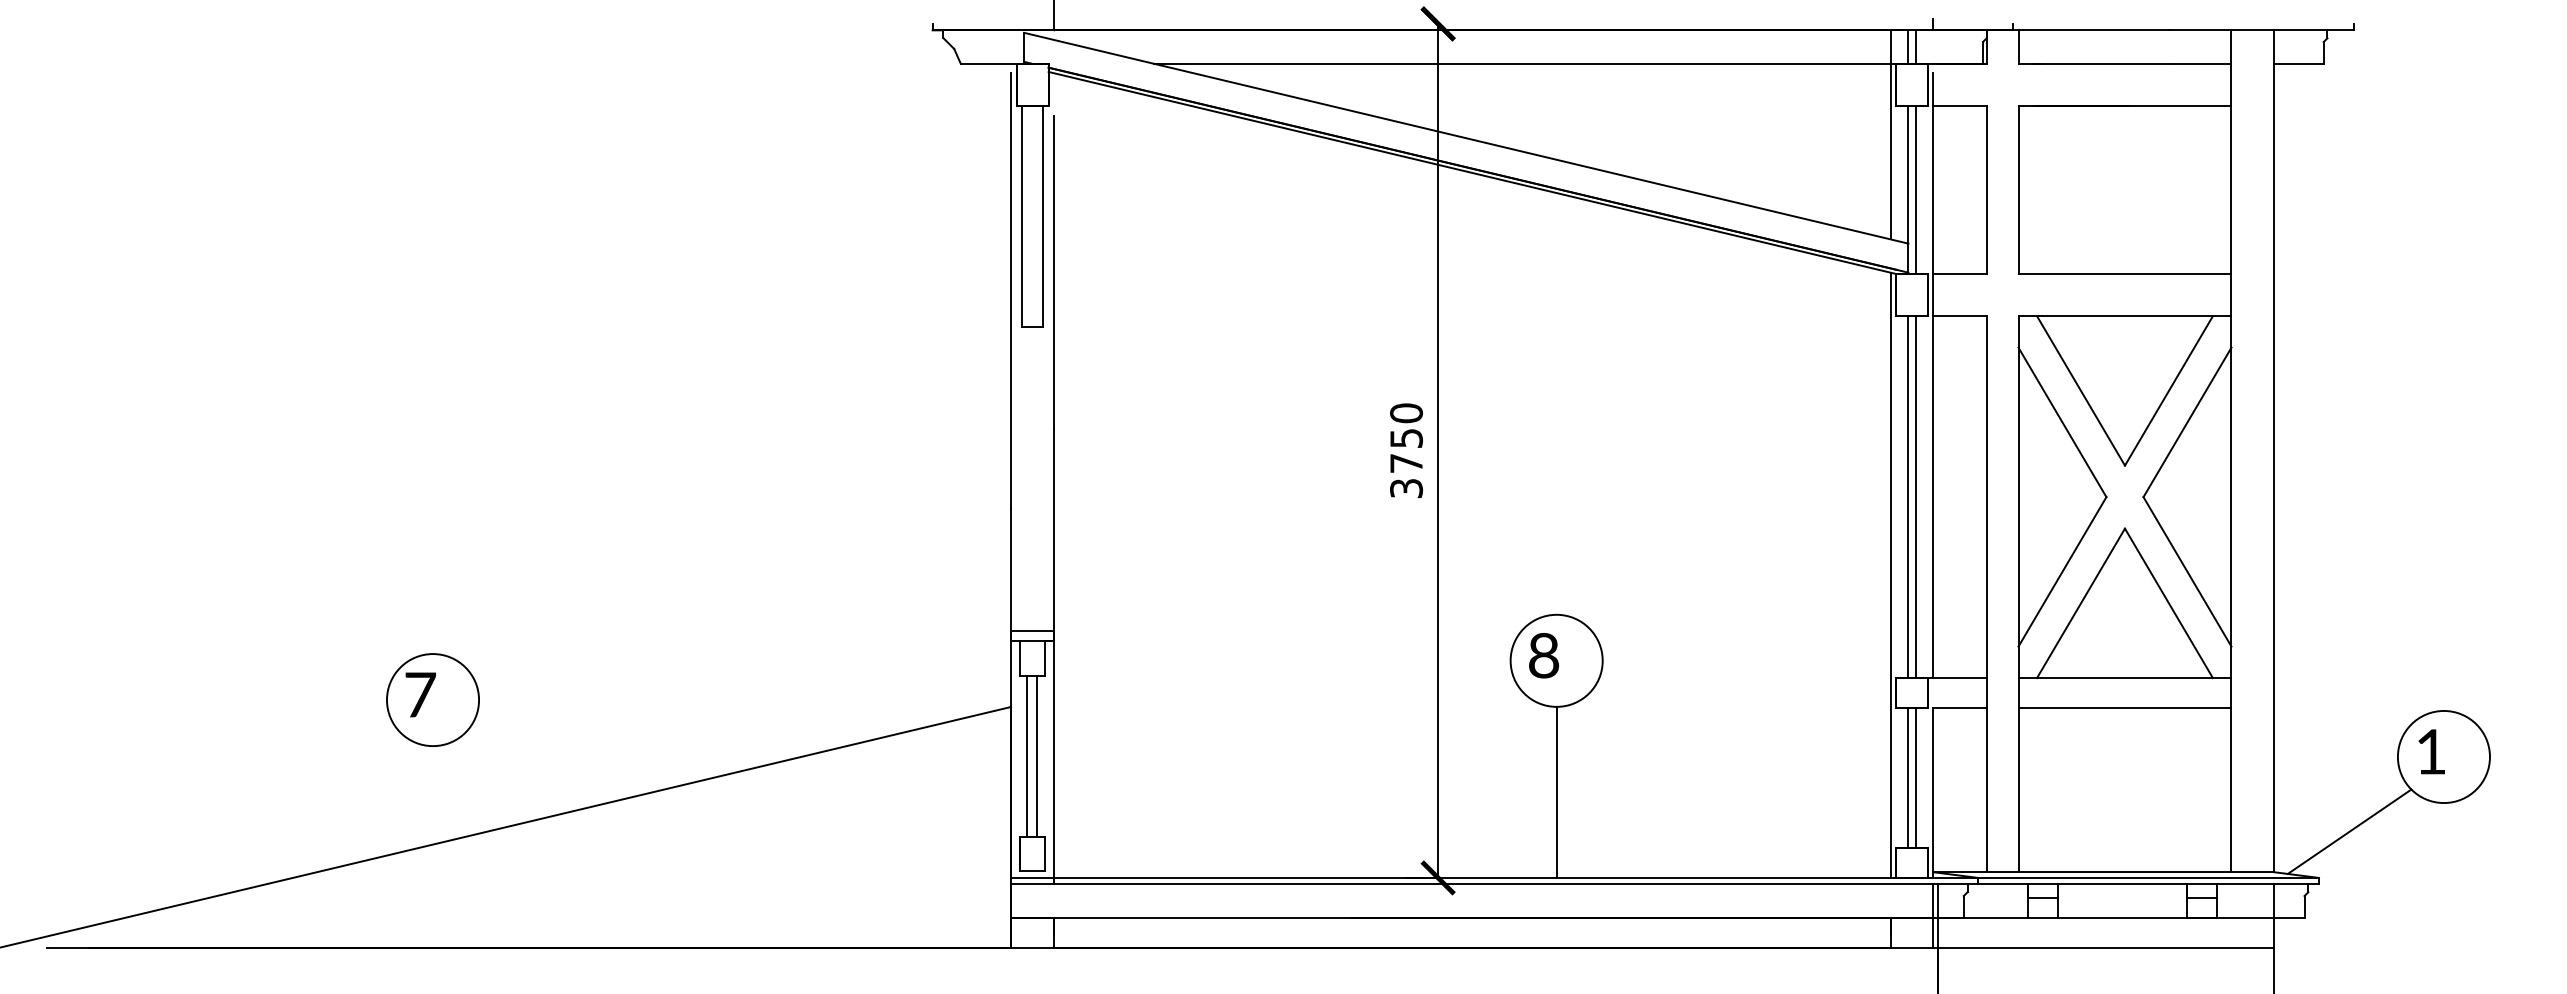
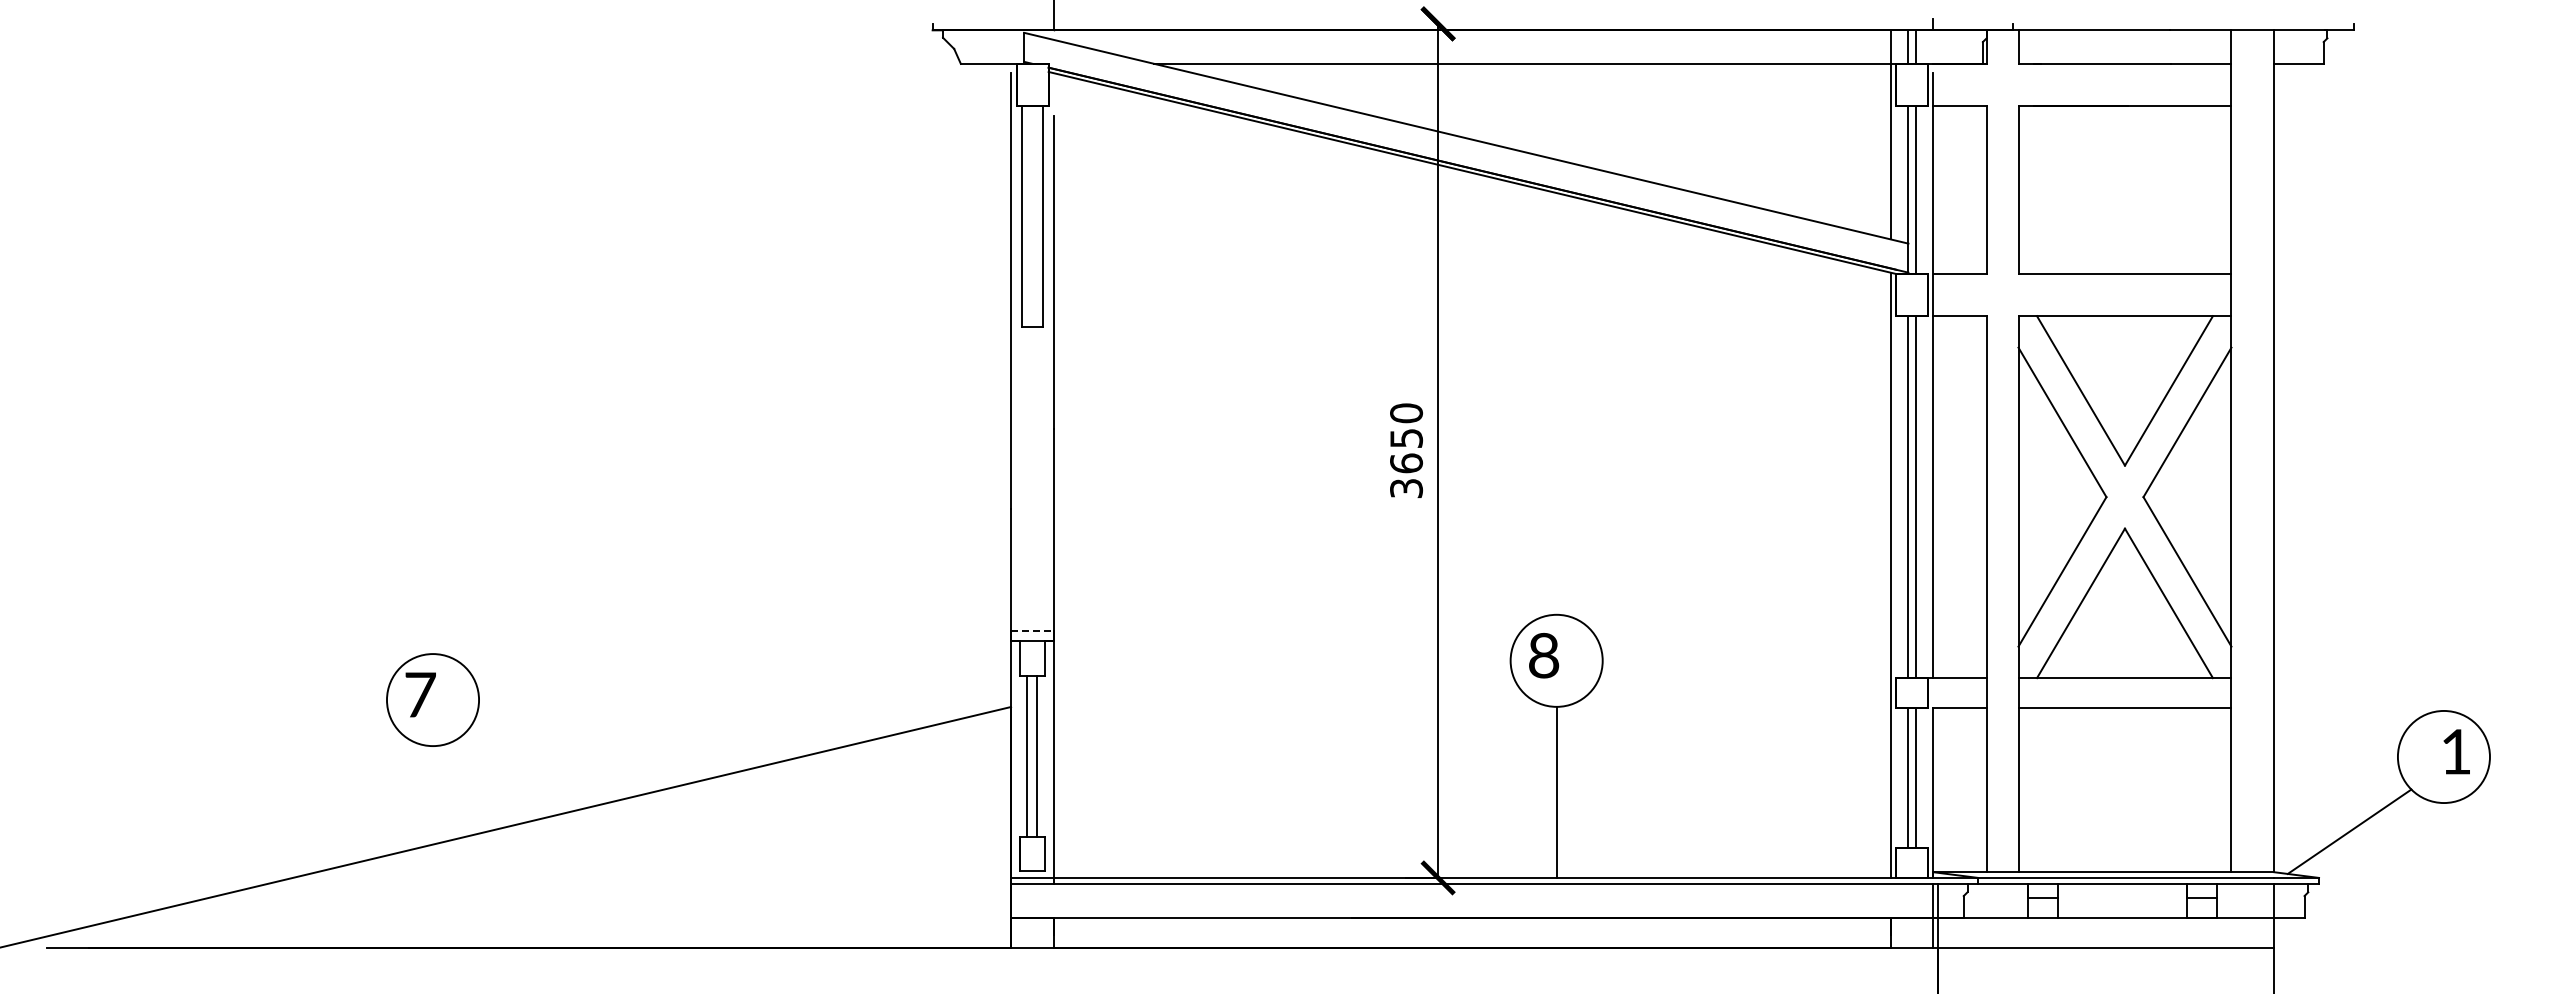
text at (1406, 463): 3750 -> 3650
line at (1032, 631): solid -> dashed
text at (2431, 751) position: (2431, 751) -> (2456, 751)
